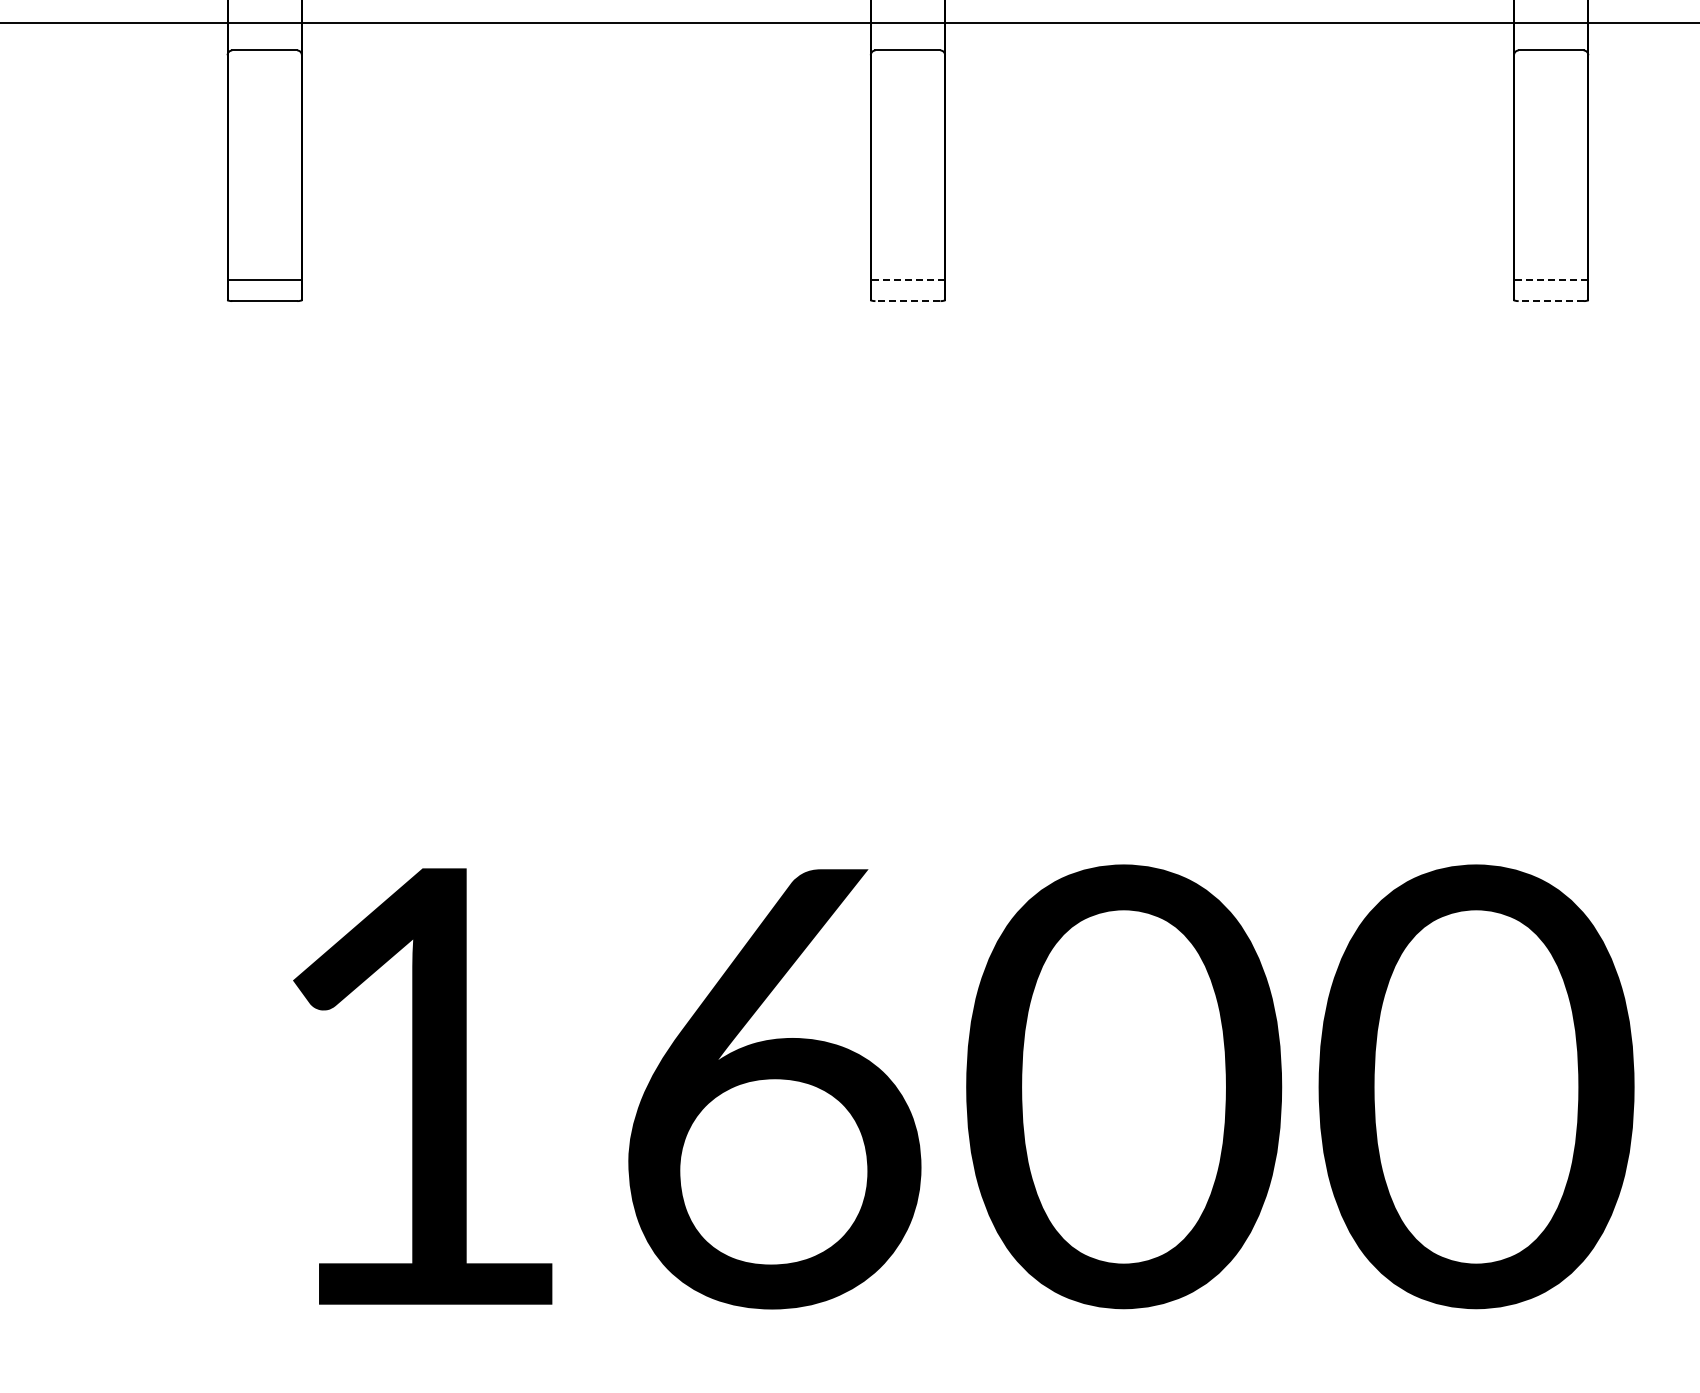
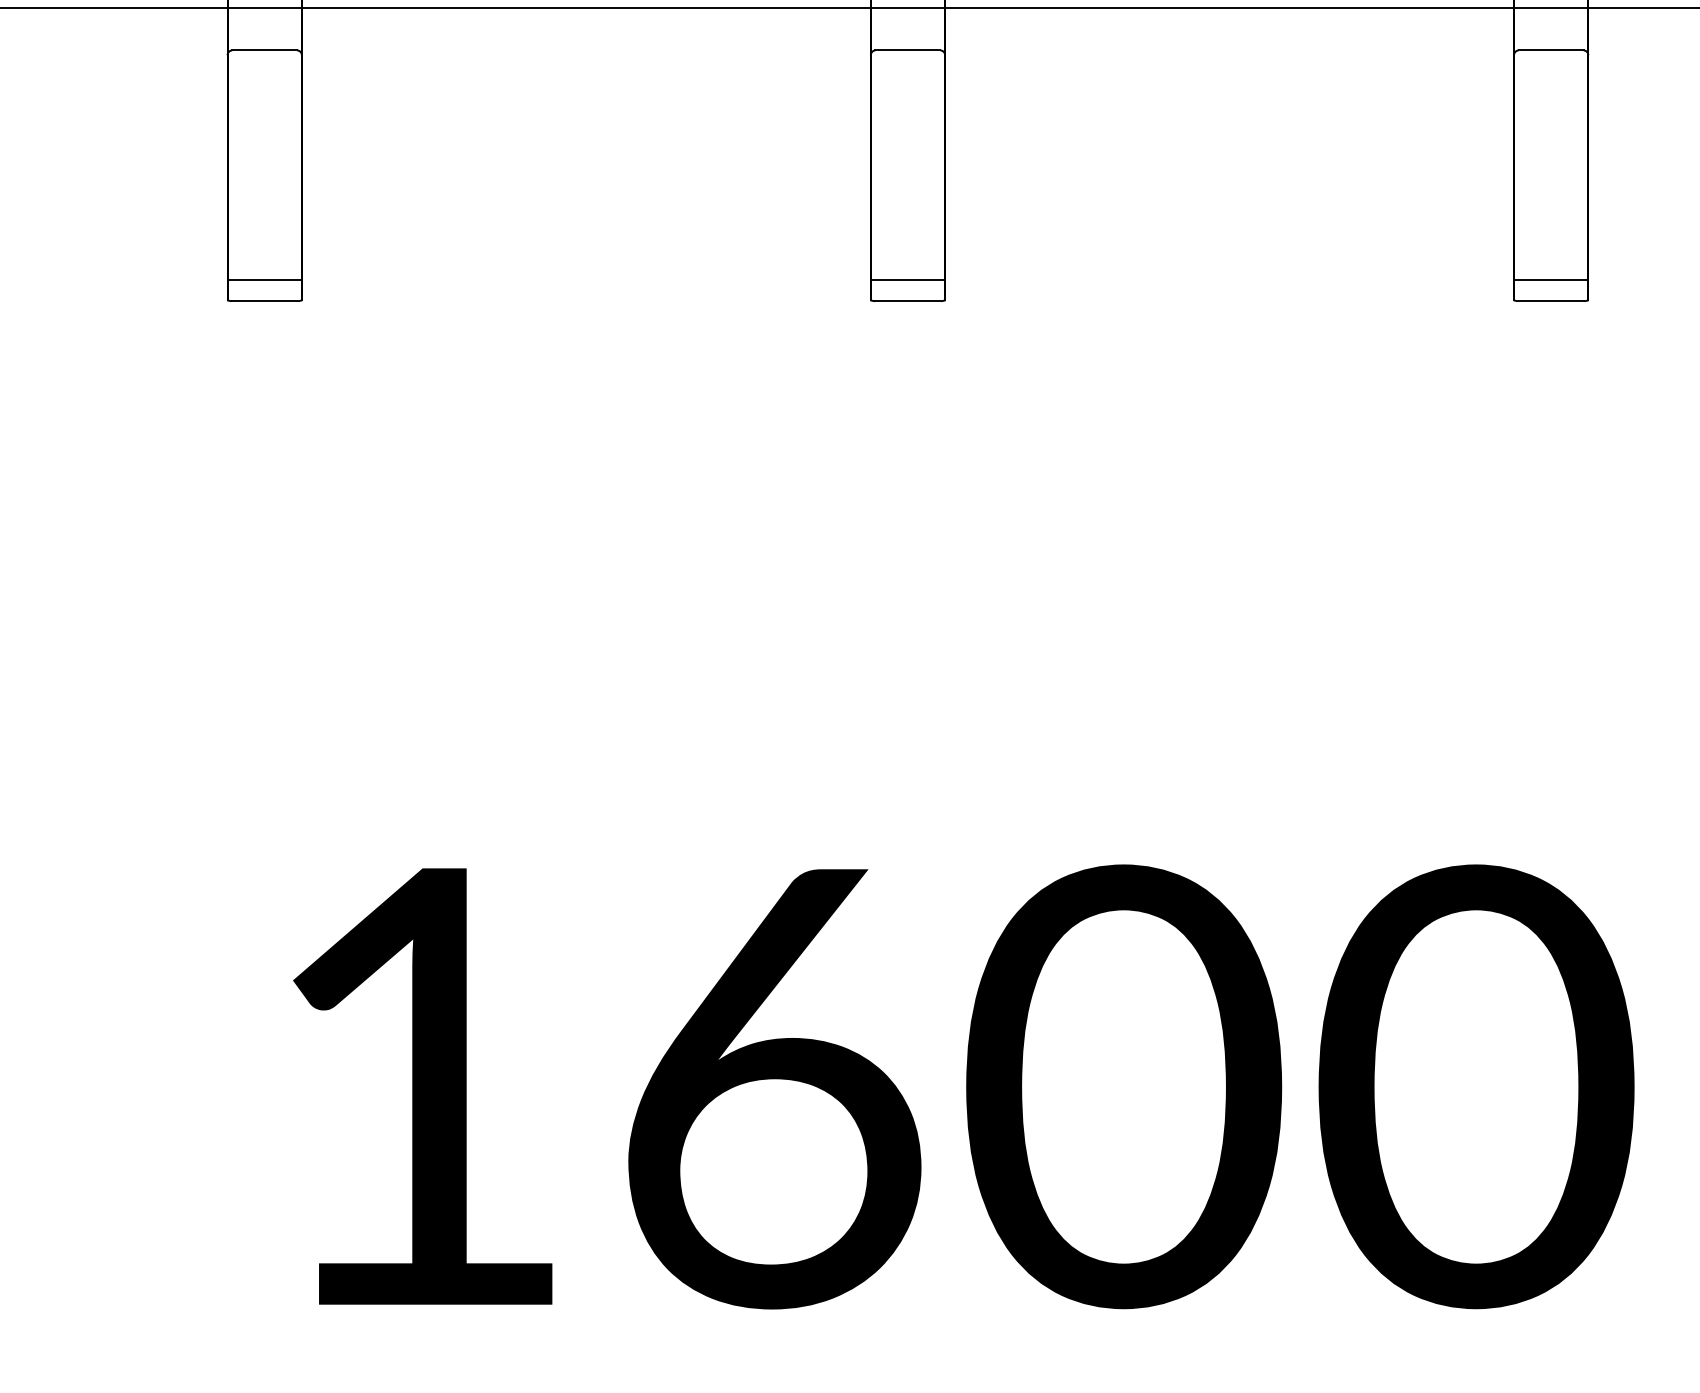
line at (849, 23) position: (849, 23) -> (849, 8)
line at (907, 280): dashed -> solid
line at (1550, 280): dashed -> solid
line at (907, 301): dashed -> solid
line at (1551, 301): dashed -> solid
